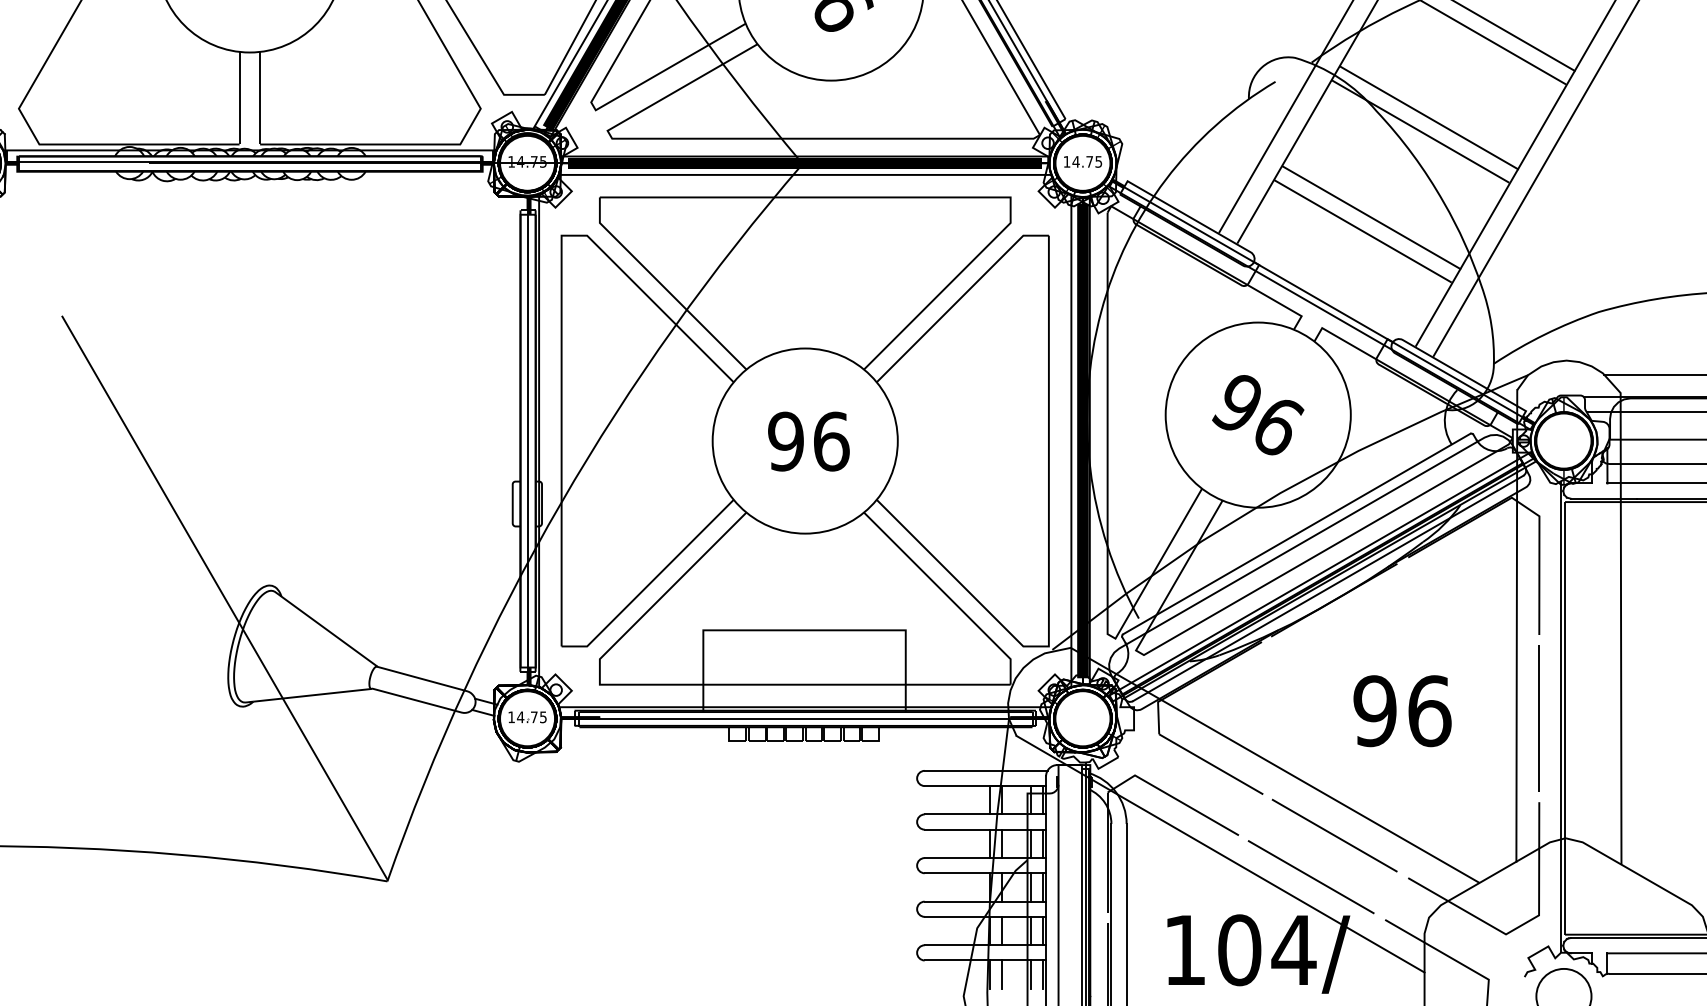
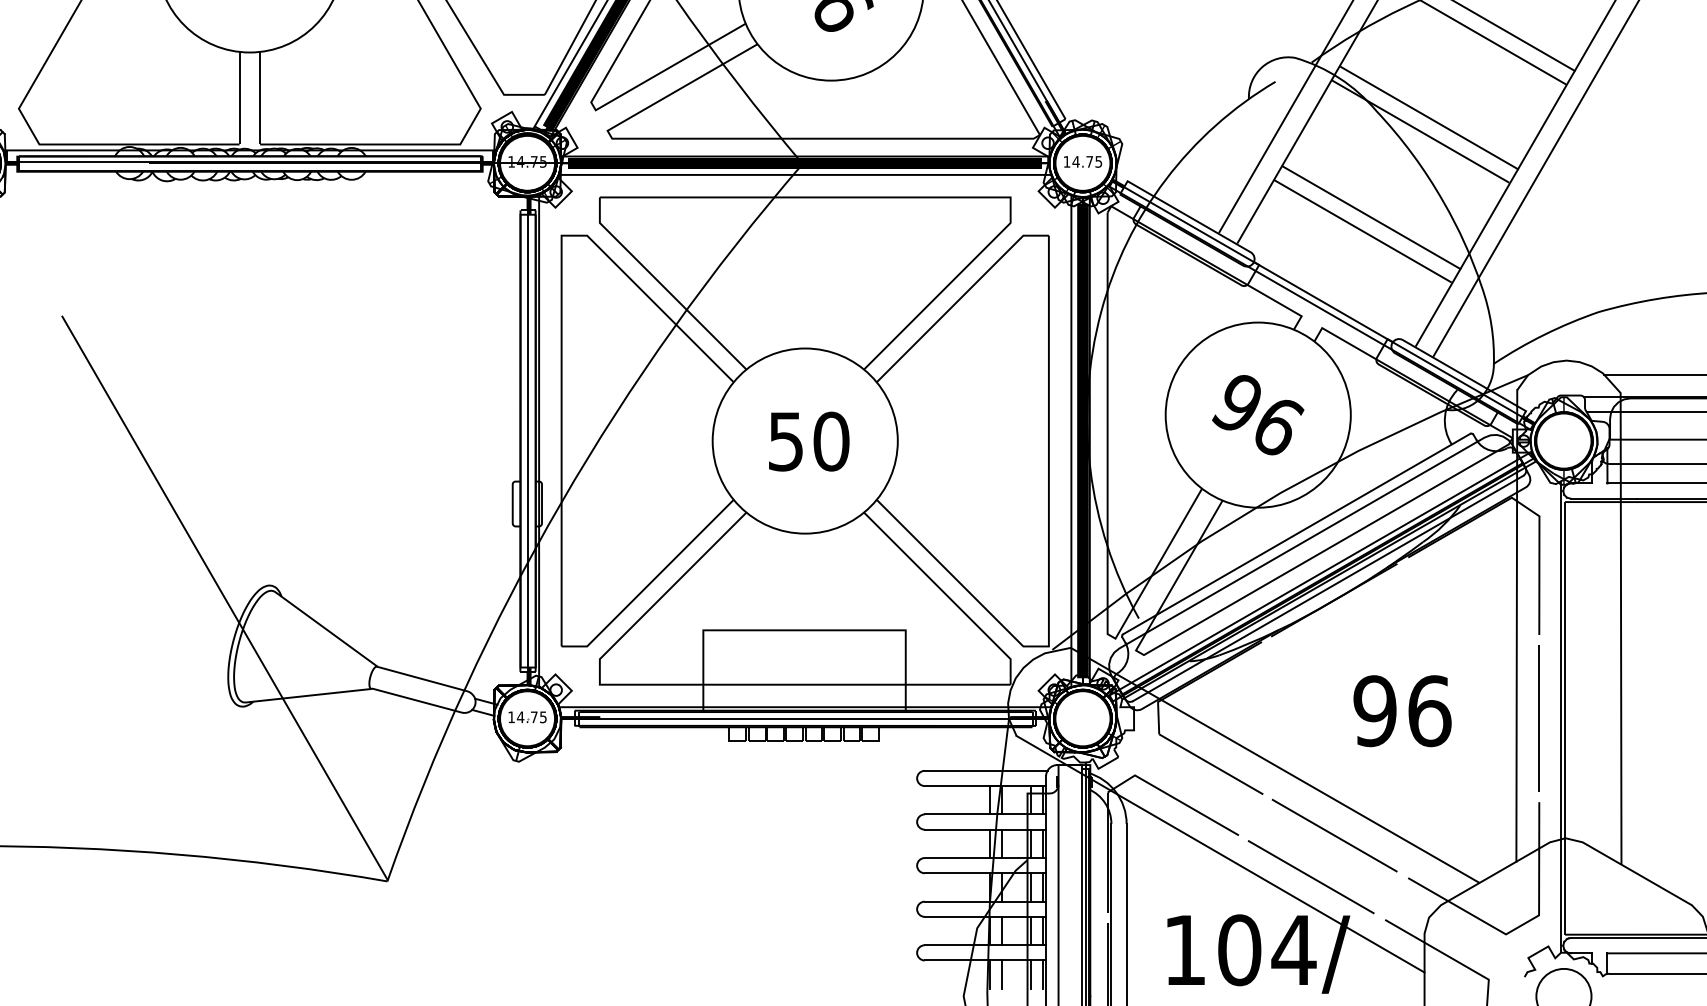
text at (808, 441): 96 -> 50
